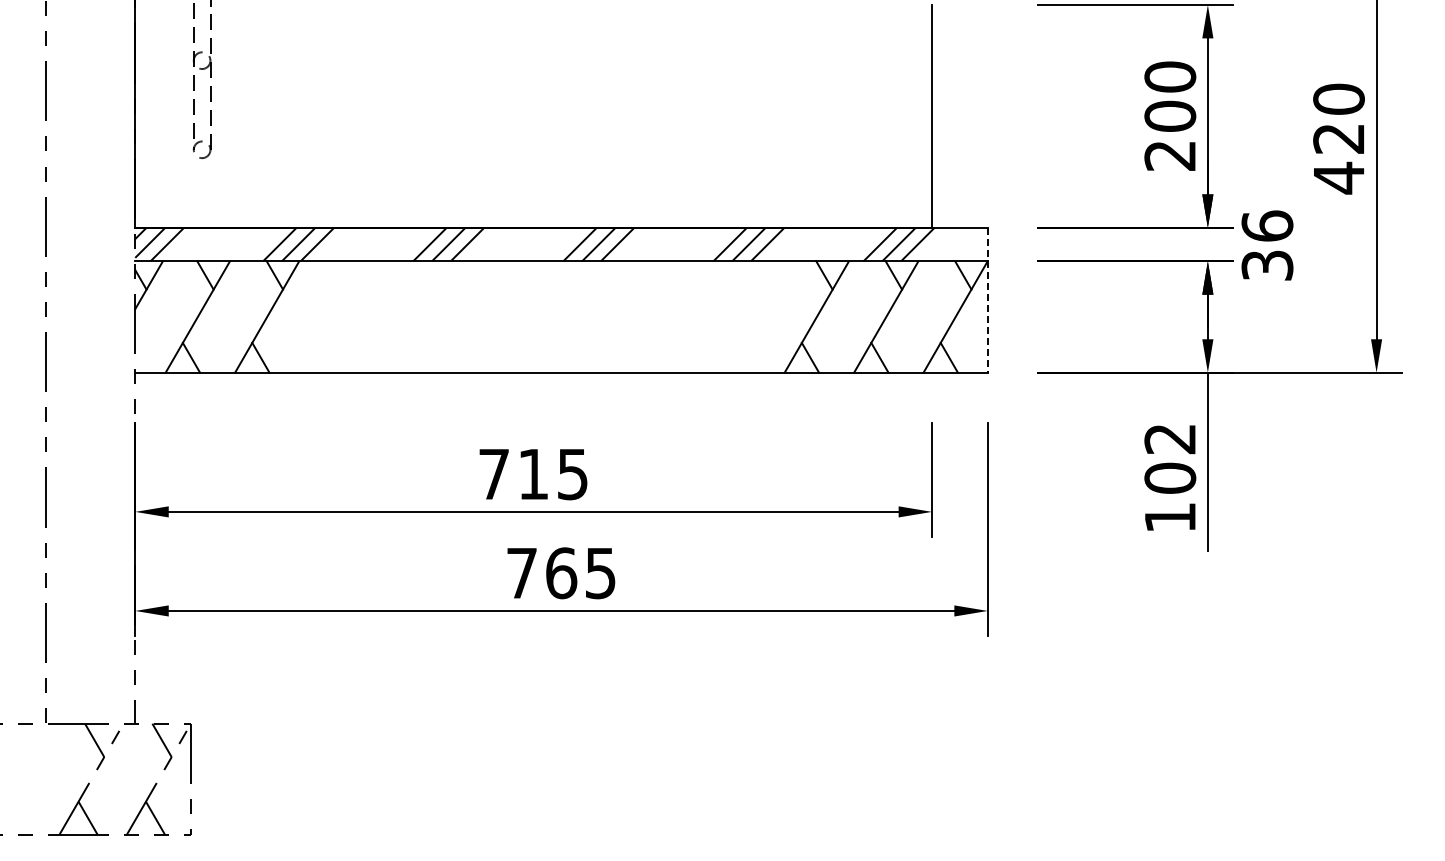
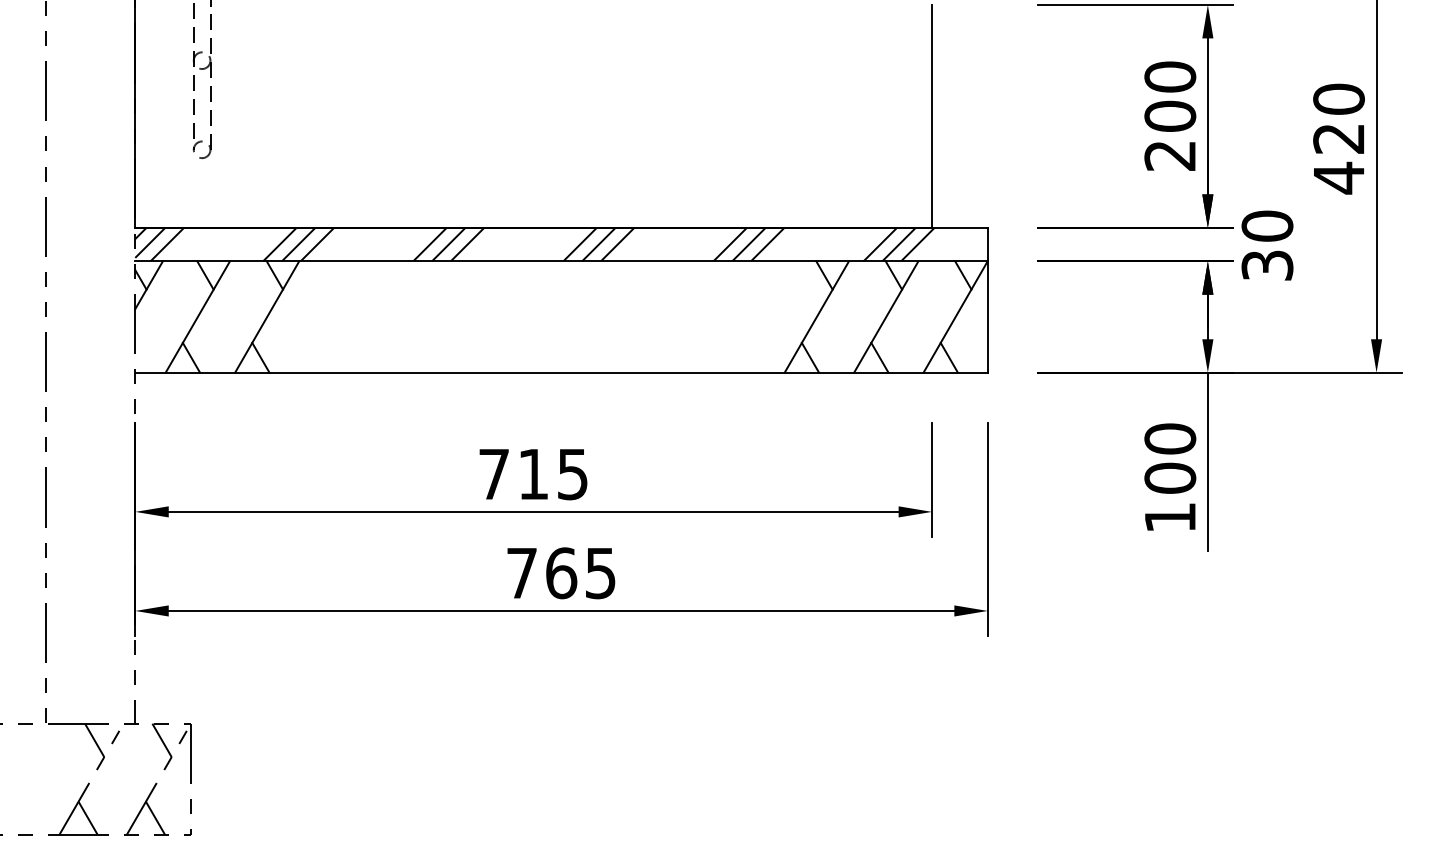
text at (1267, 225): 36 -> 30
line at (987, 300): dashed -> solid
text at (1170, 438): 102 -> 100
